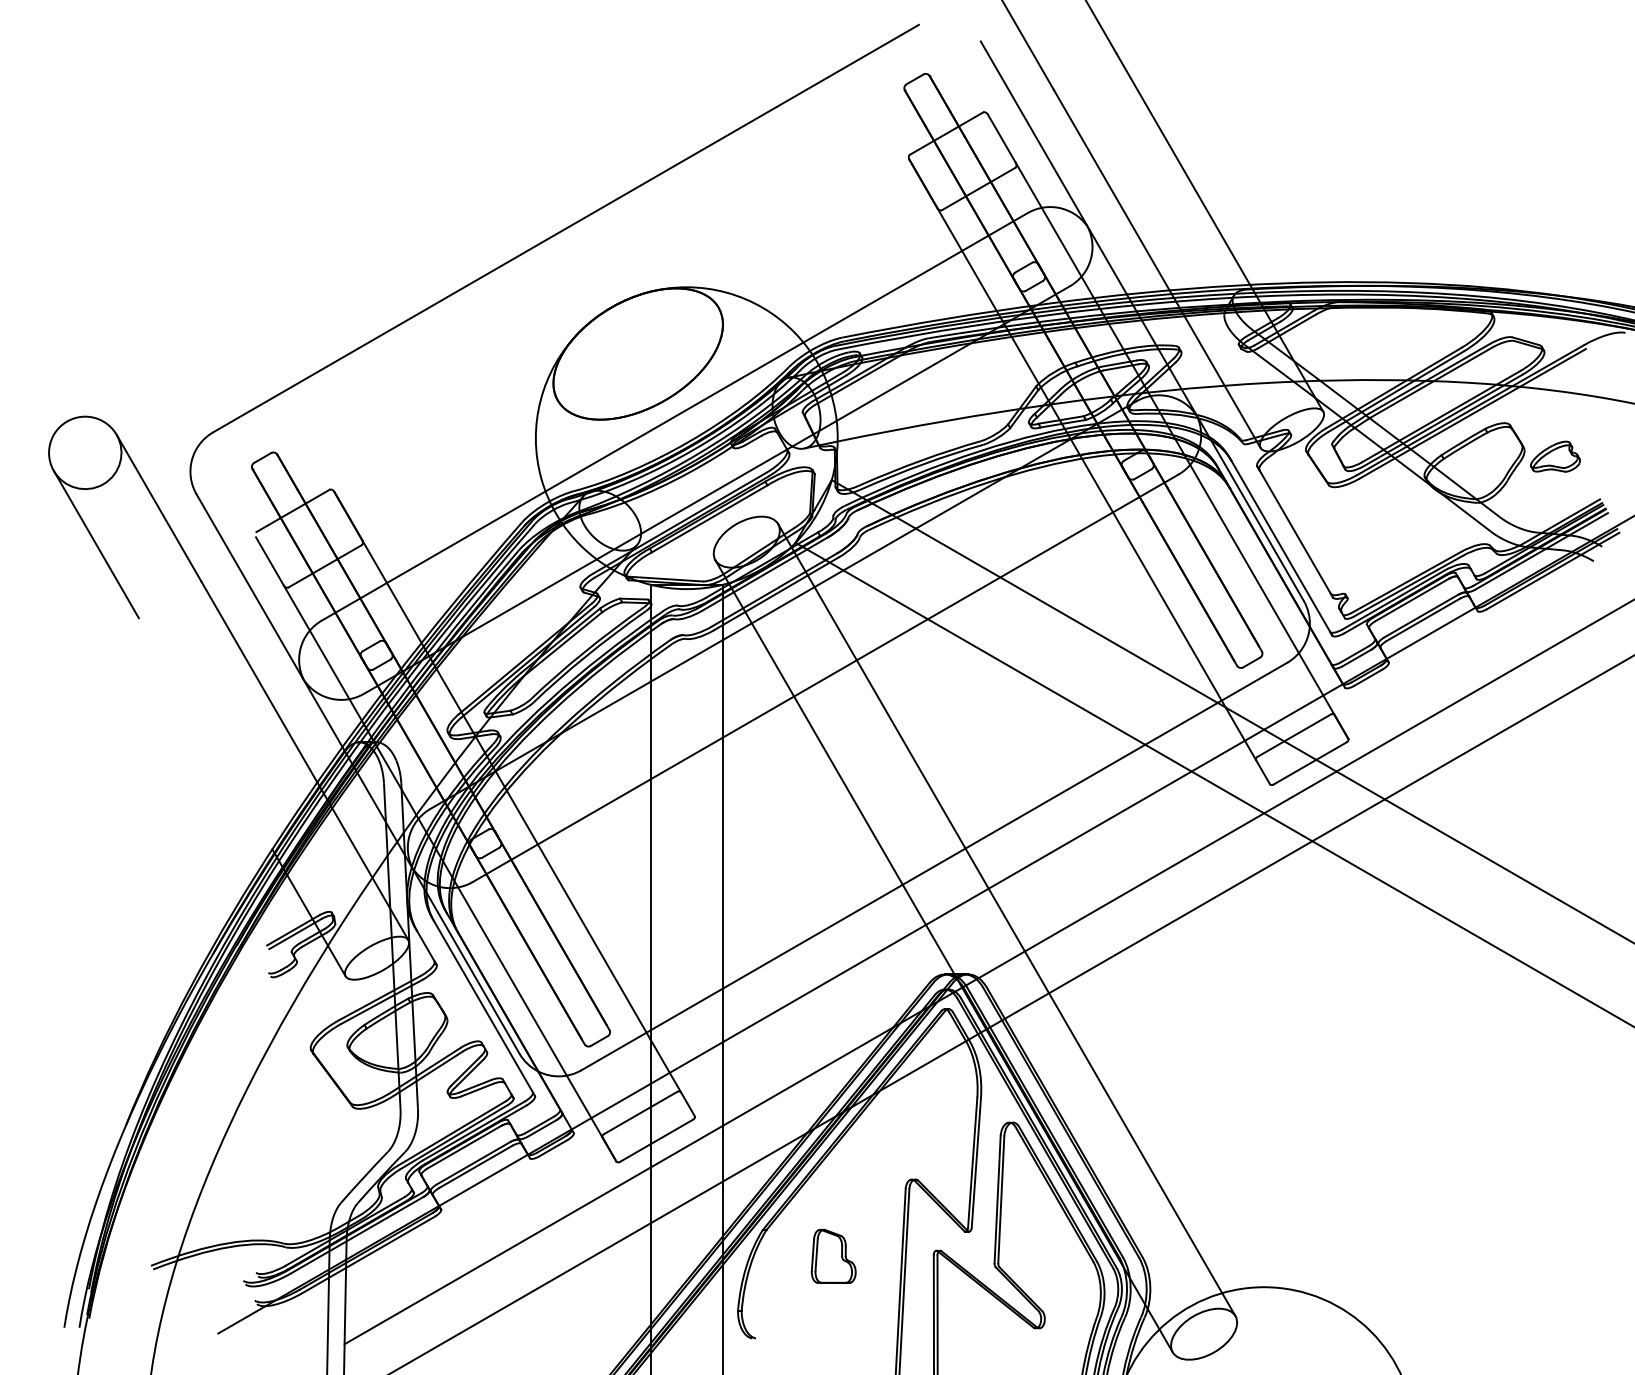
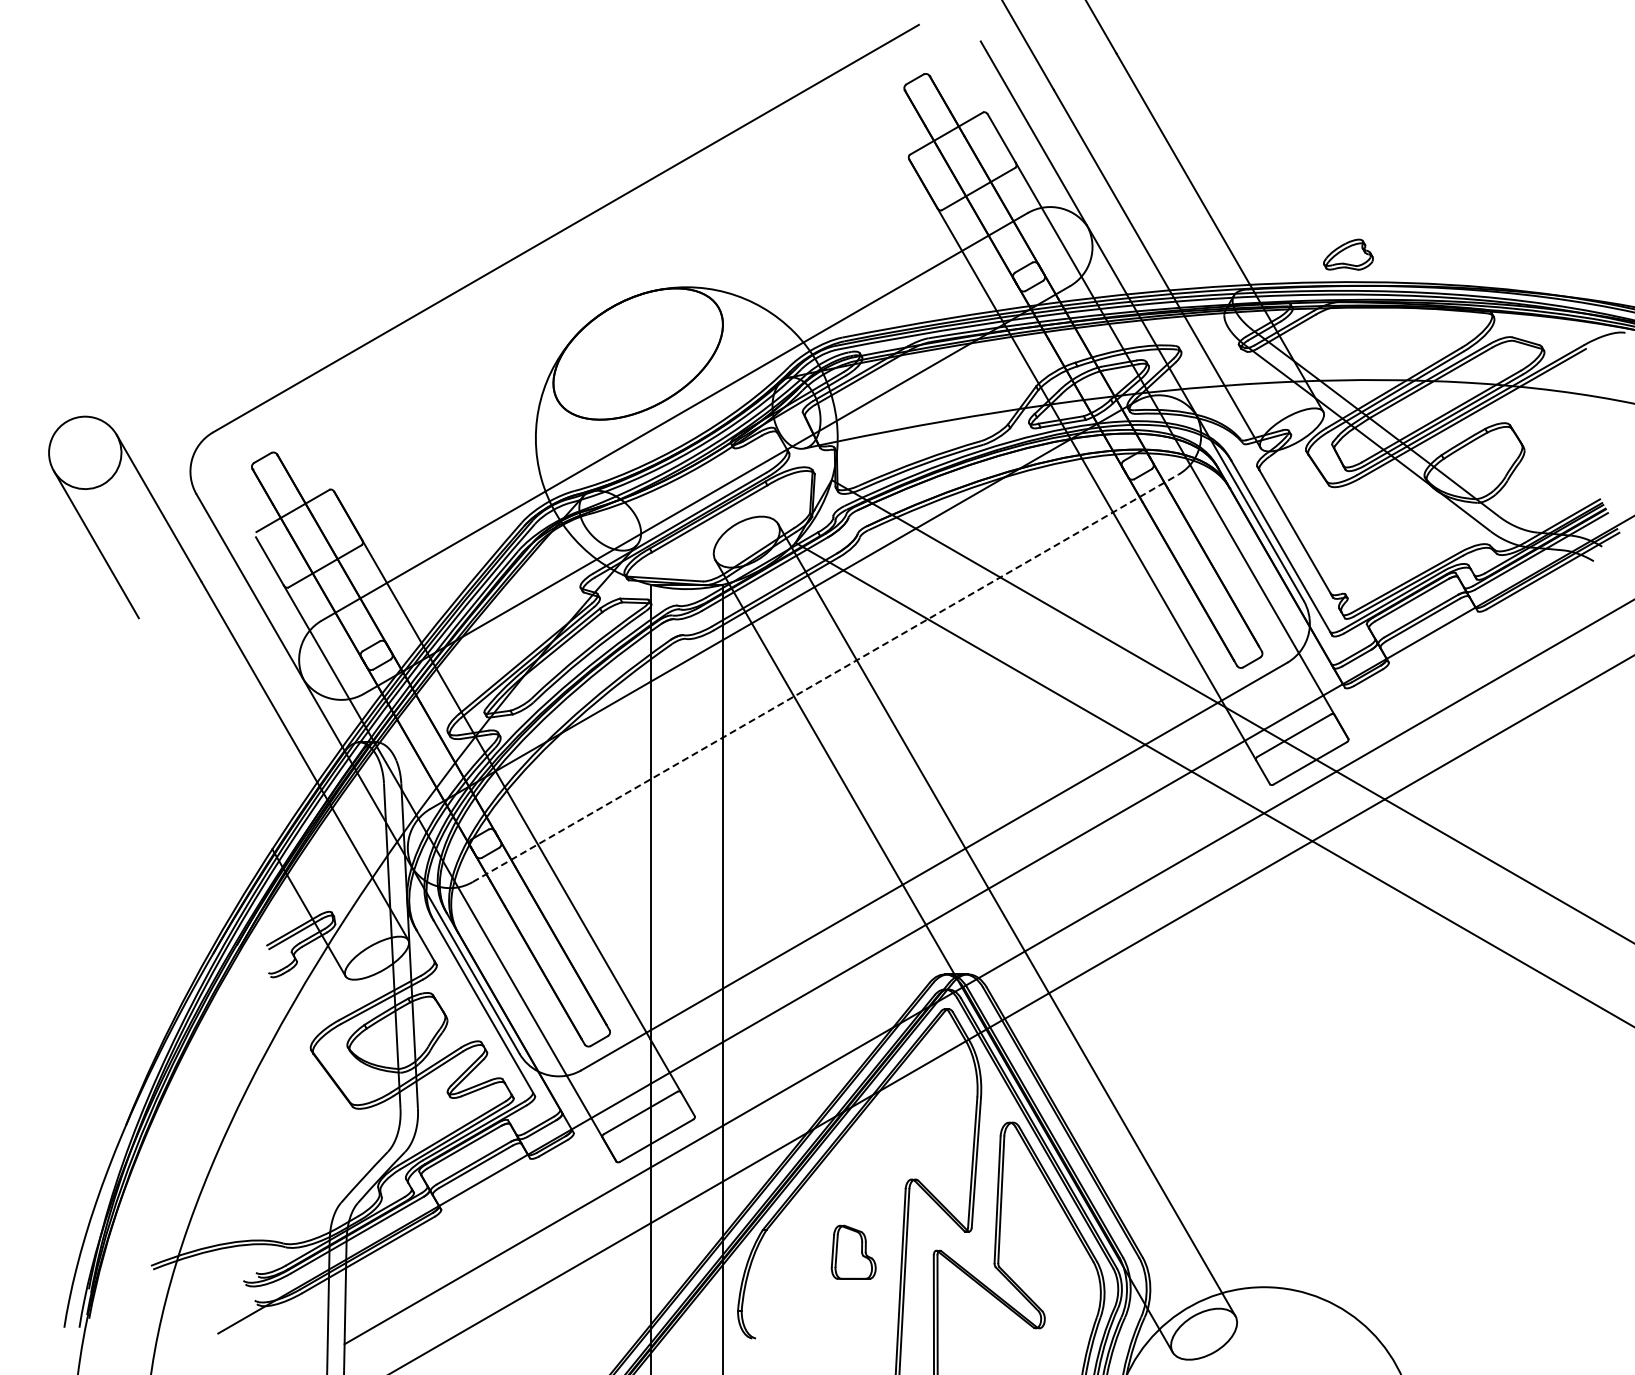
part at (1555, 456) position: (1555, 456) -> (1348, 254)
line at (825, 678): solid -> dashed
part at (833, 1255) position: (833, 1255) -> (853, 1251)
